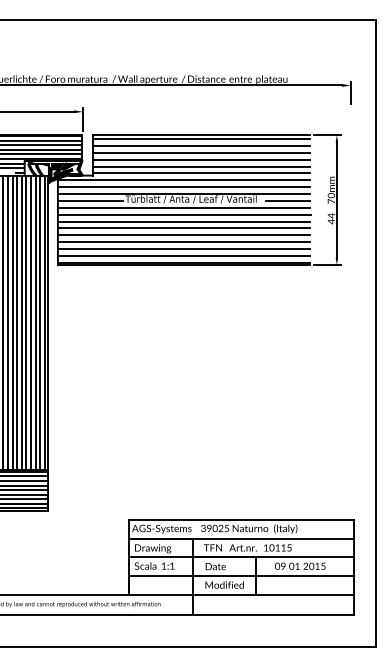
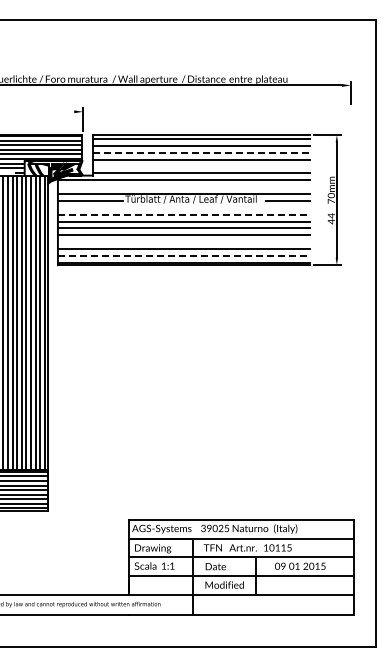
line at (38, 111): present -> none
line at (201, 152): solid -> dashed
line at (200, 166): present -> none
line at (183, 187): present -> none
line at (183, 207): present -> none
line at (184, 214): solid -> dashed
line at (183, 242): present -> none
line at (183, 255): solid -> dashed
